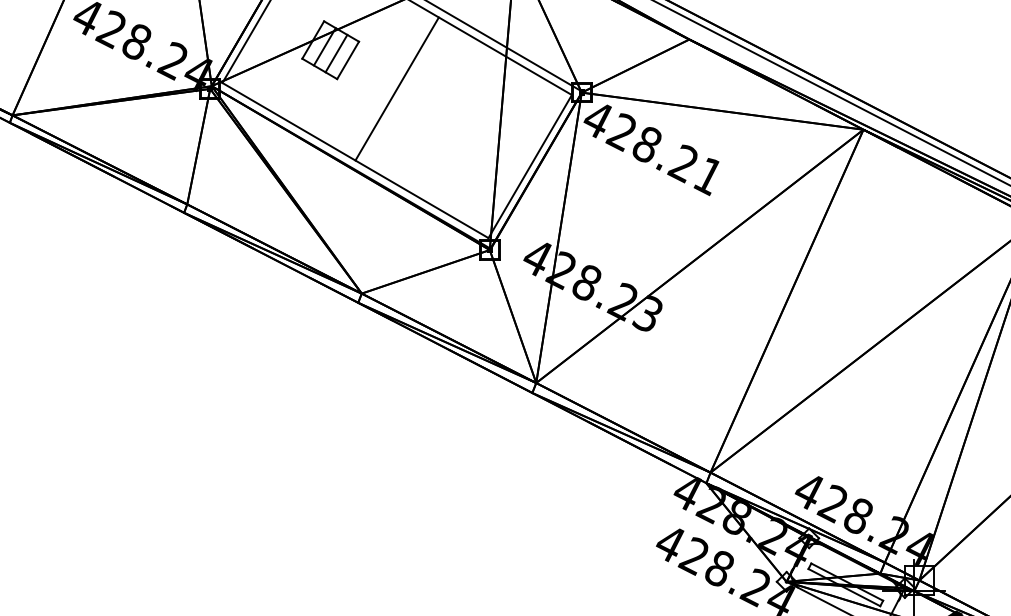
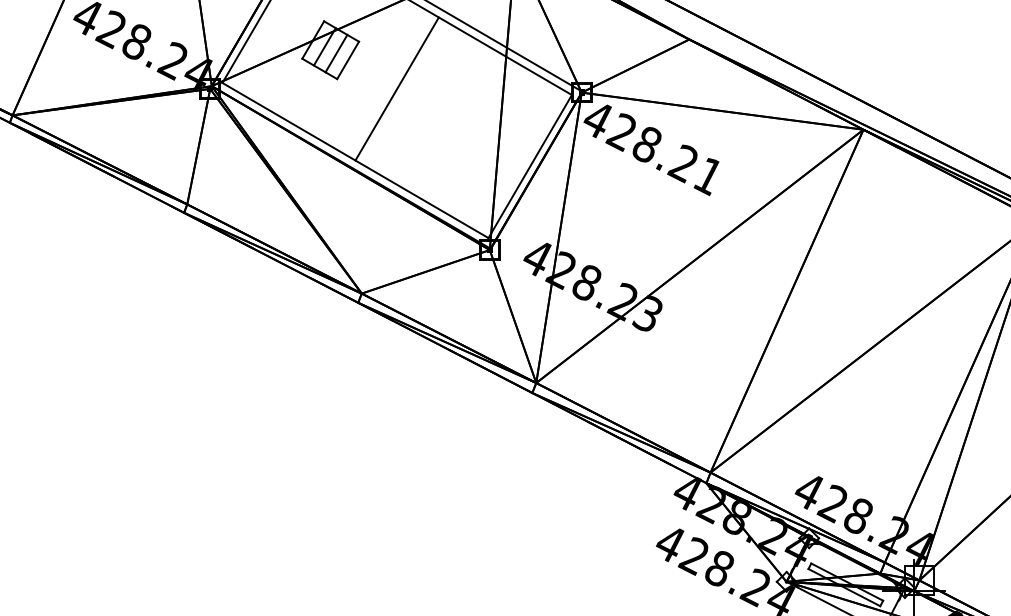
line at (831, 93) position: (831, 93) -> (838, 89)
